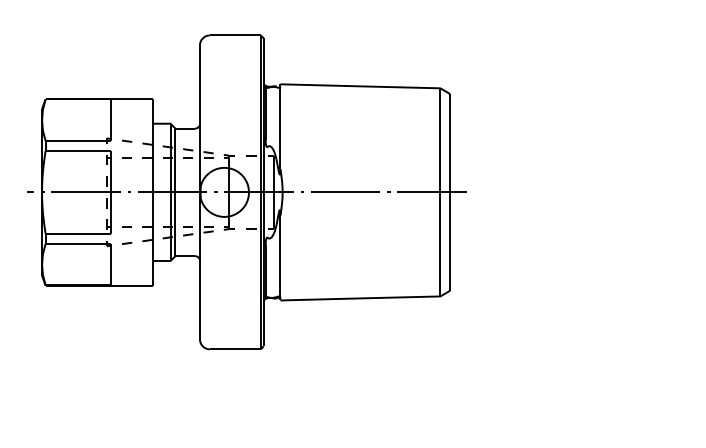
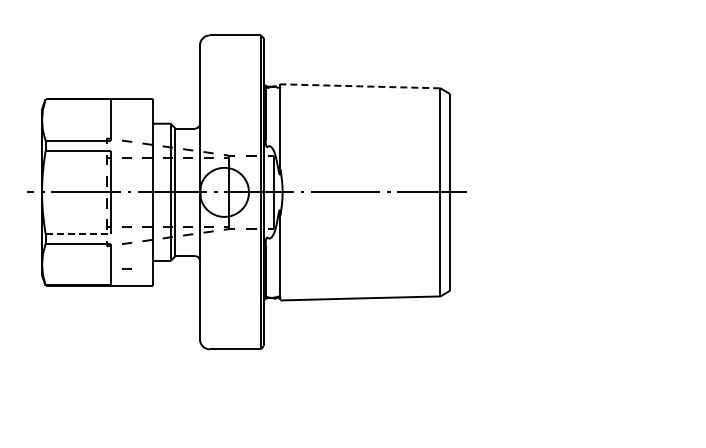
line at (360, 86): solid -> dashed
line at (78, 233): solid -> dashed
line at (126, 268): none -> present
